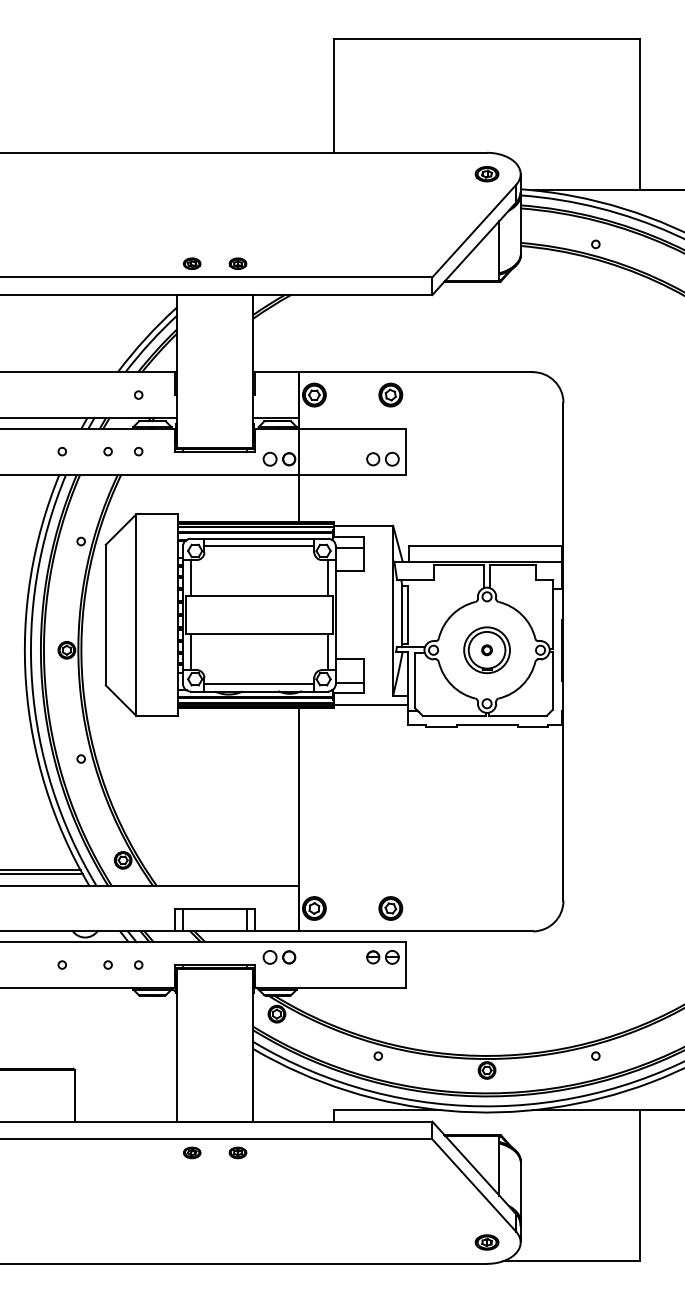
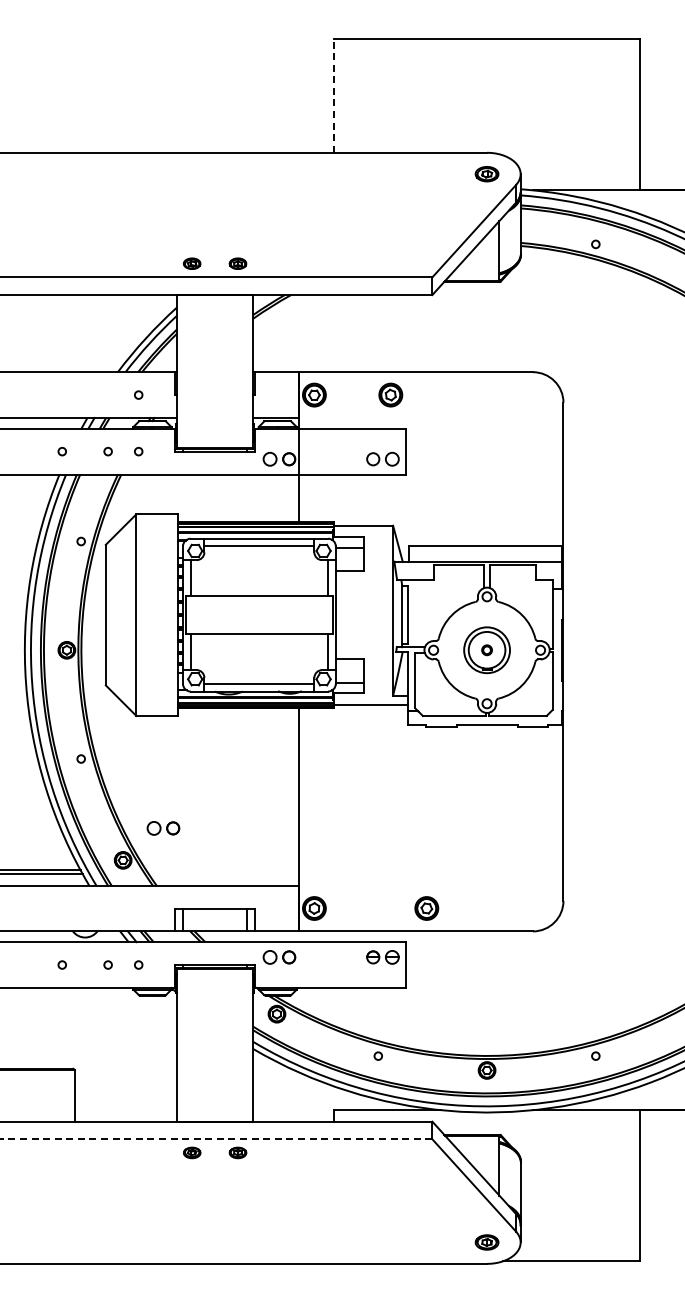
line at (334, 95): solid -> dashed
part at (163, 828): none -> present
part at (390, 908) position: (390, 908) -> (426, 908)
line at (216, 1139): solid -> dashed
